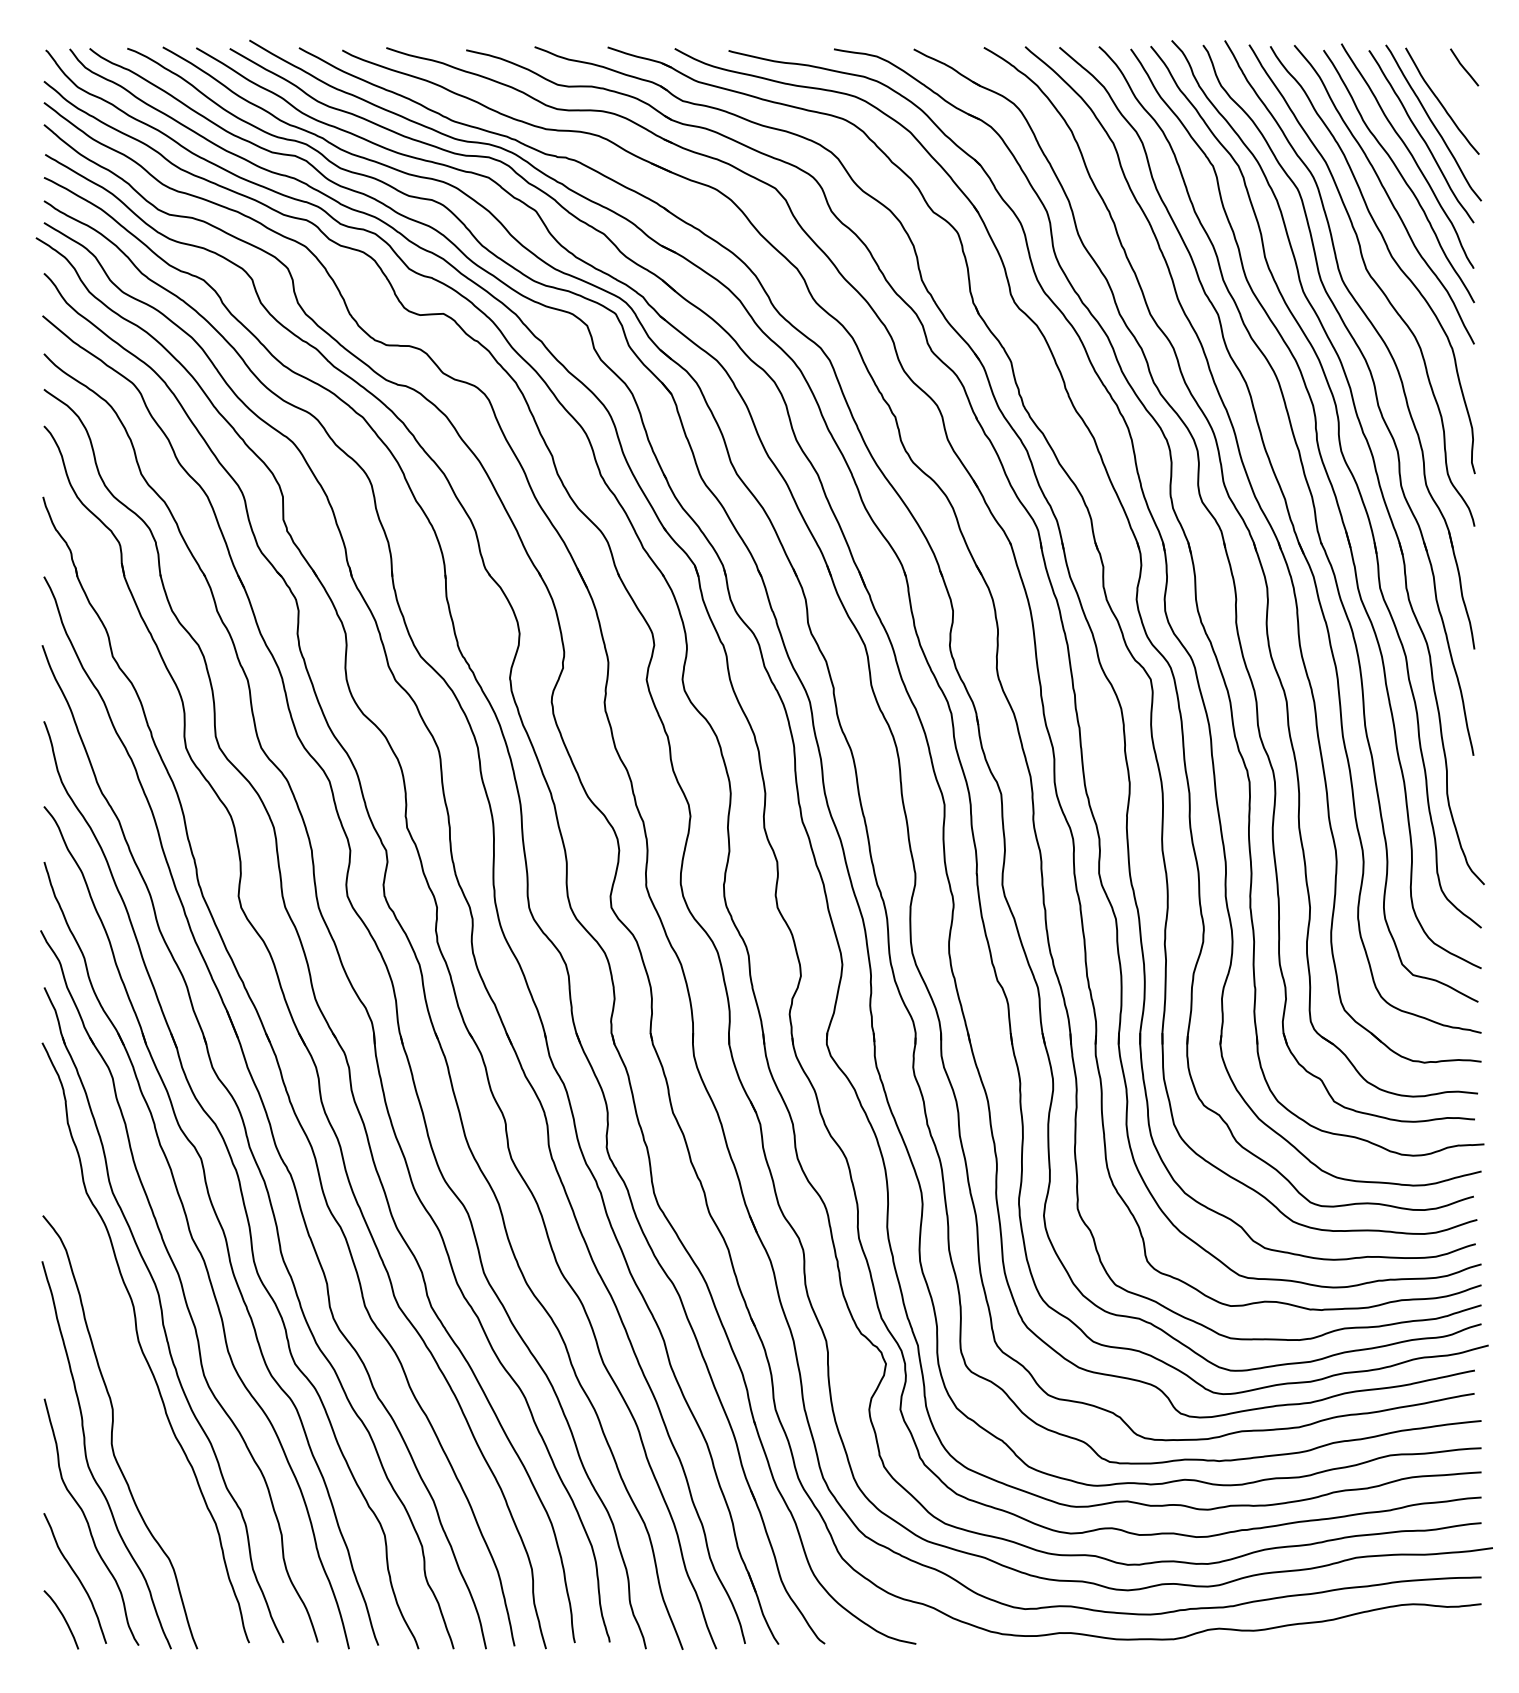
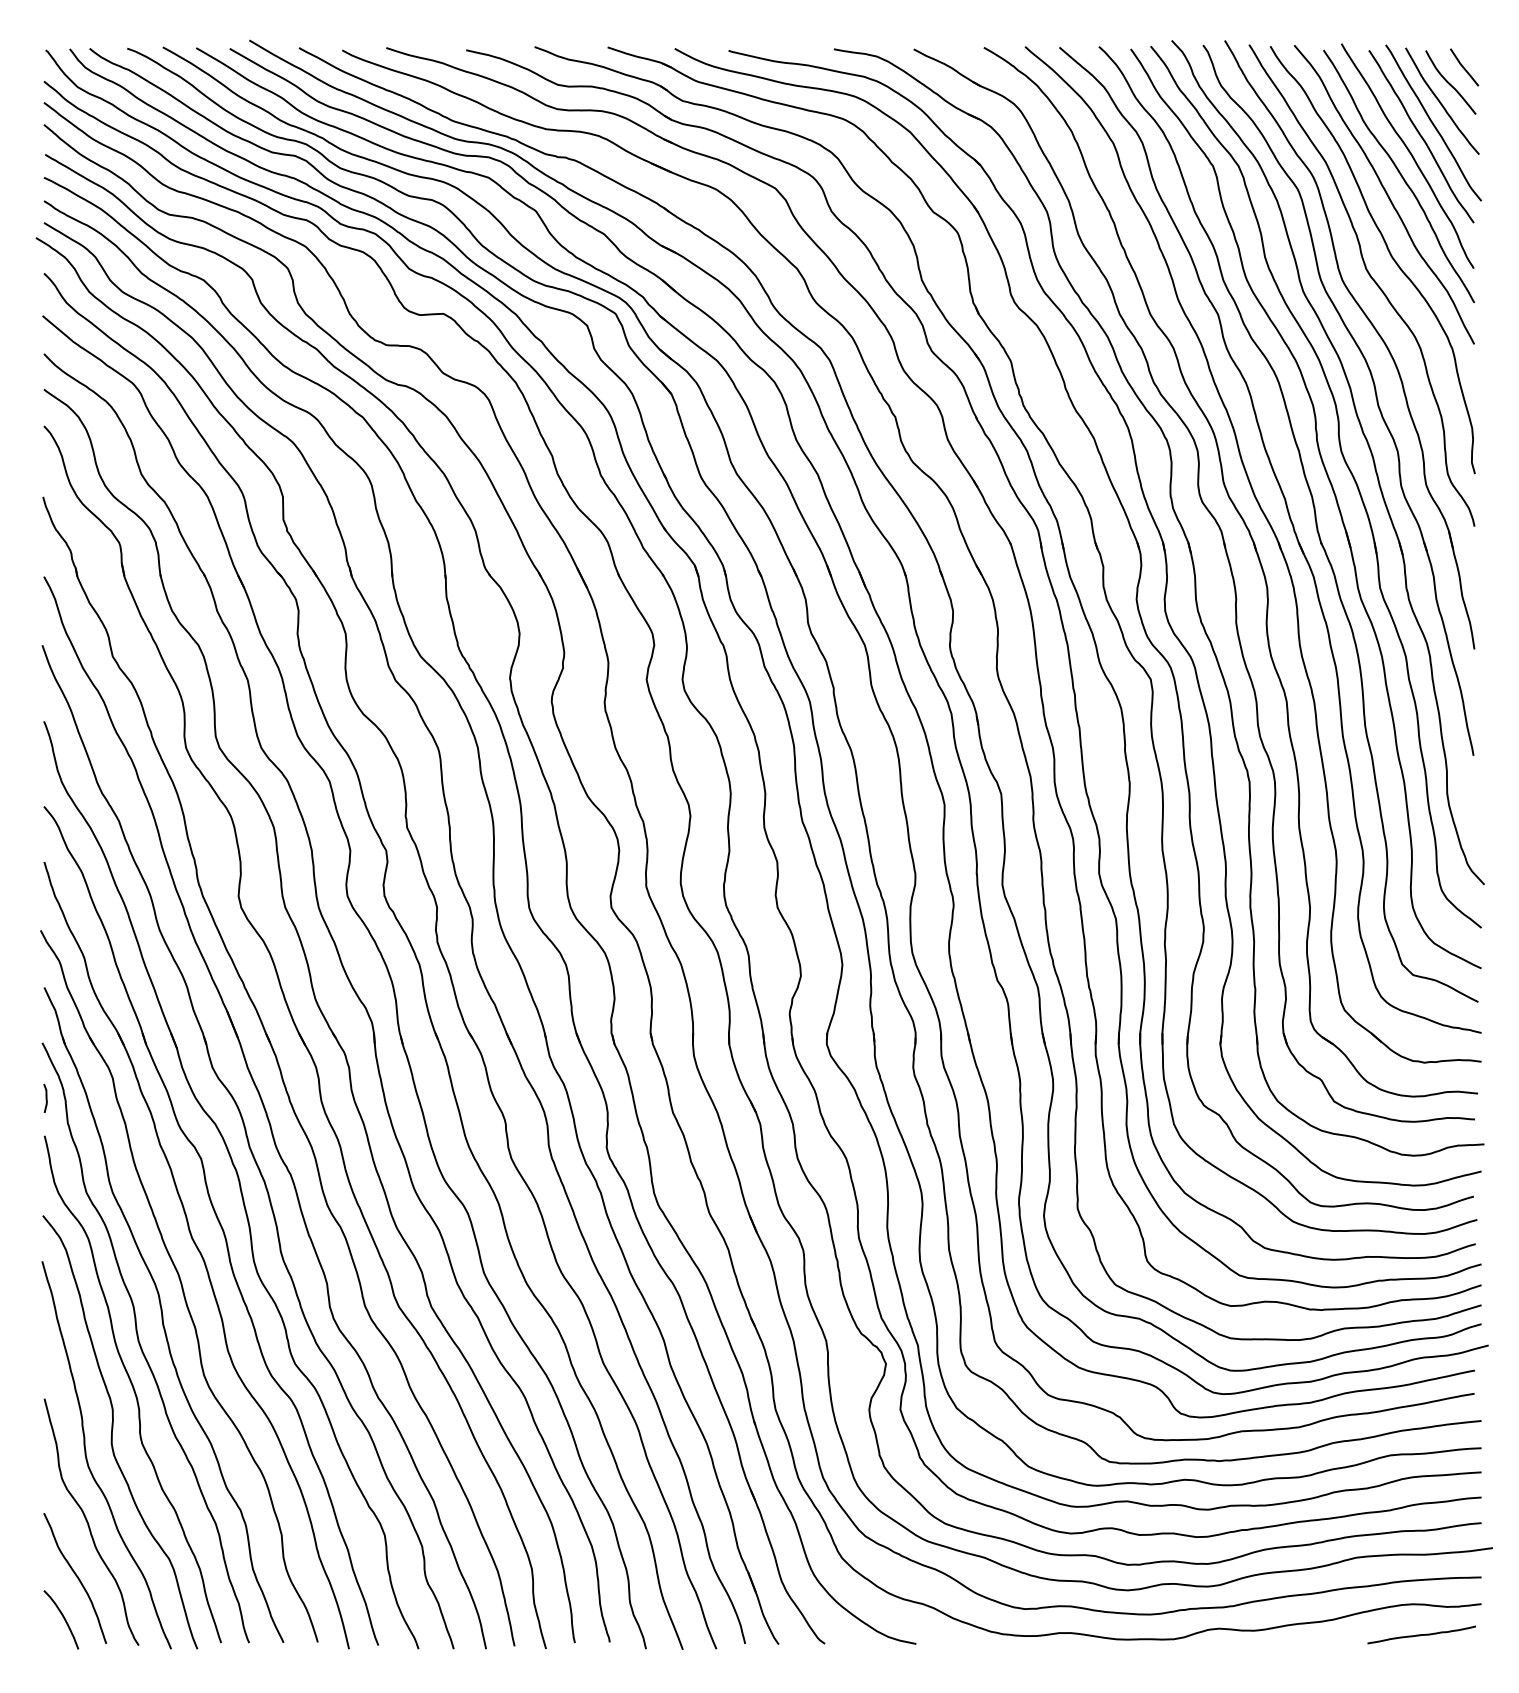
curve at (1449, 82): none -> present
curve at (45, 1097): none -> present
curve at (132, 1388): none -> present
curve at (1421, 1634): none -> present
